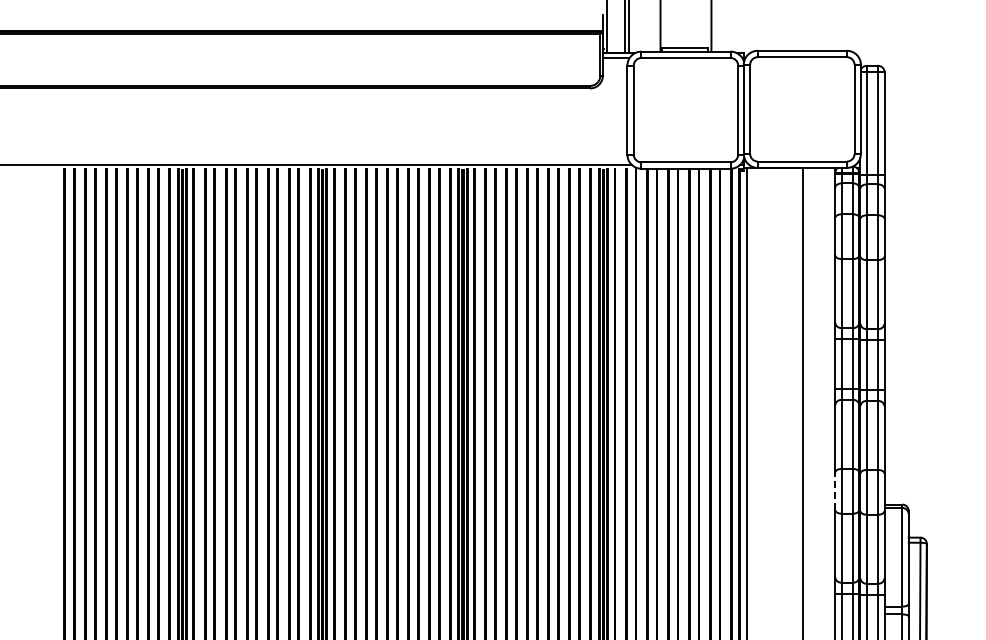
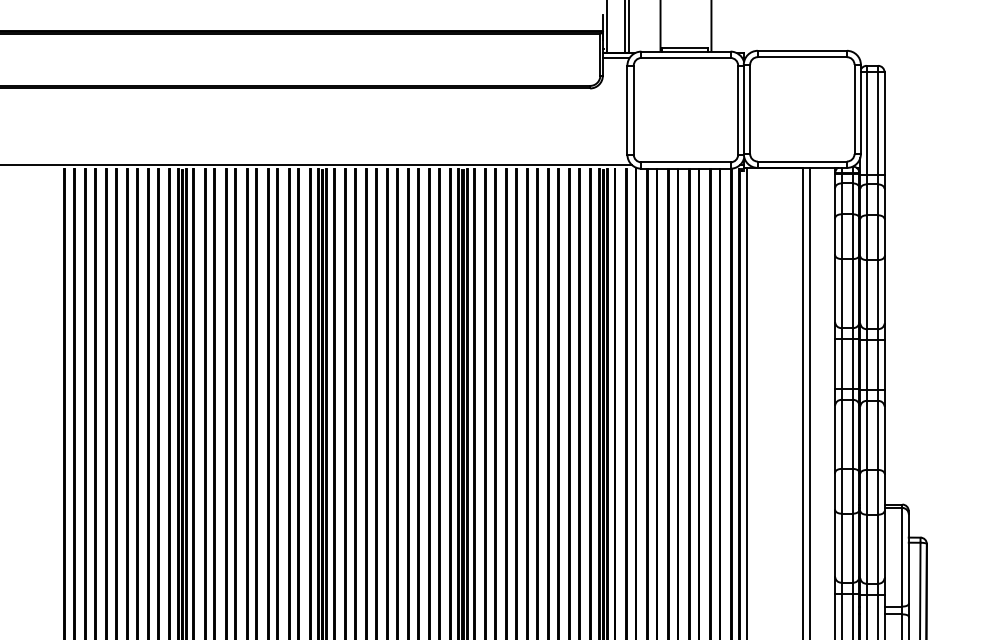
line at (809, 401): none -> present
line at (835, 491): dashed -> solid
